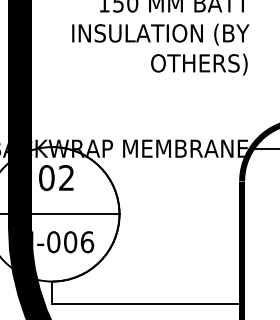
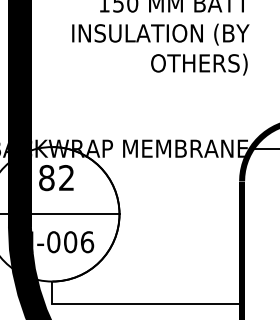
text at (46, 177): 02 -> 82
